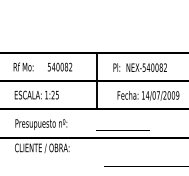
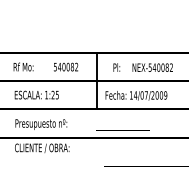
text at (59, 66) position: (59, 66) -> (65, 66)
text at (146, 67) position: (146, 67) -> (152, 67)
text at (148, 95) position: (148, 95) -> (136, 95)
